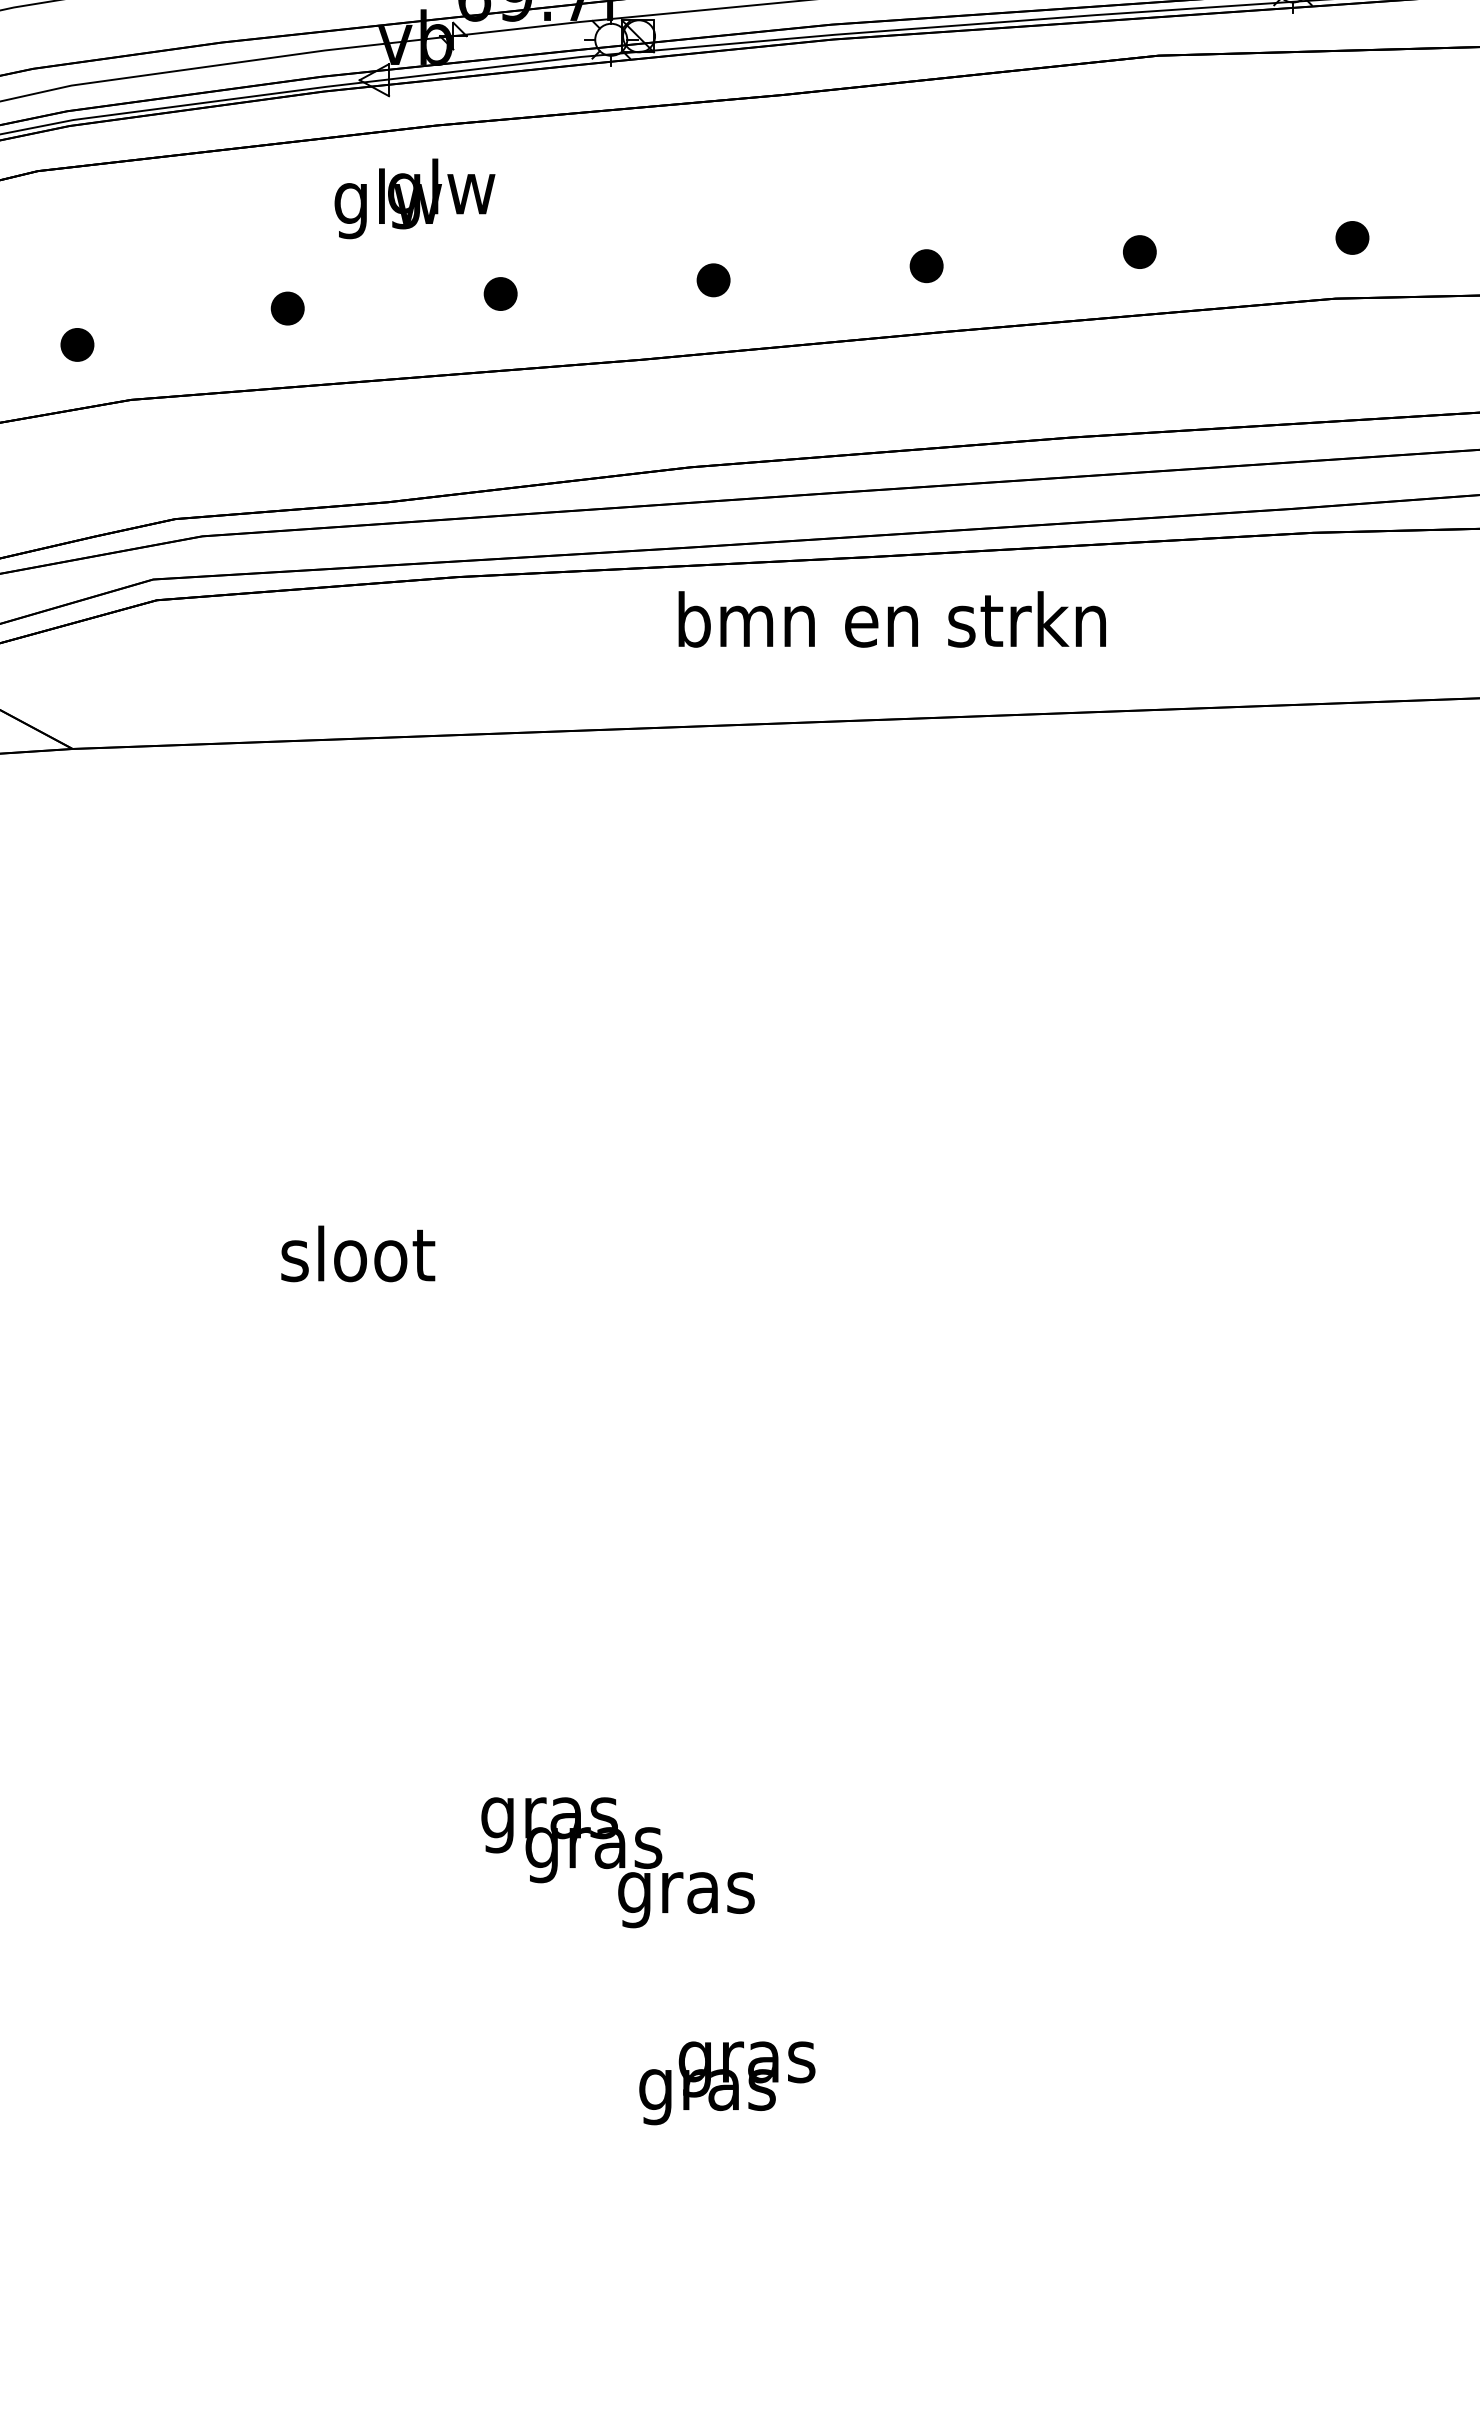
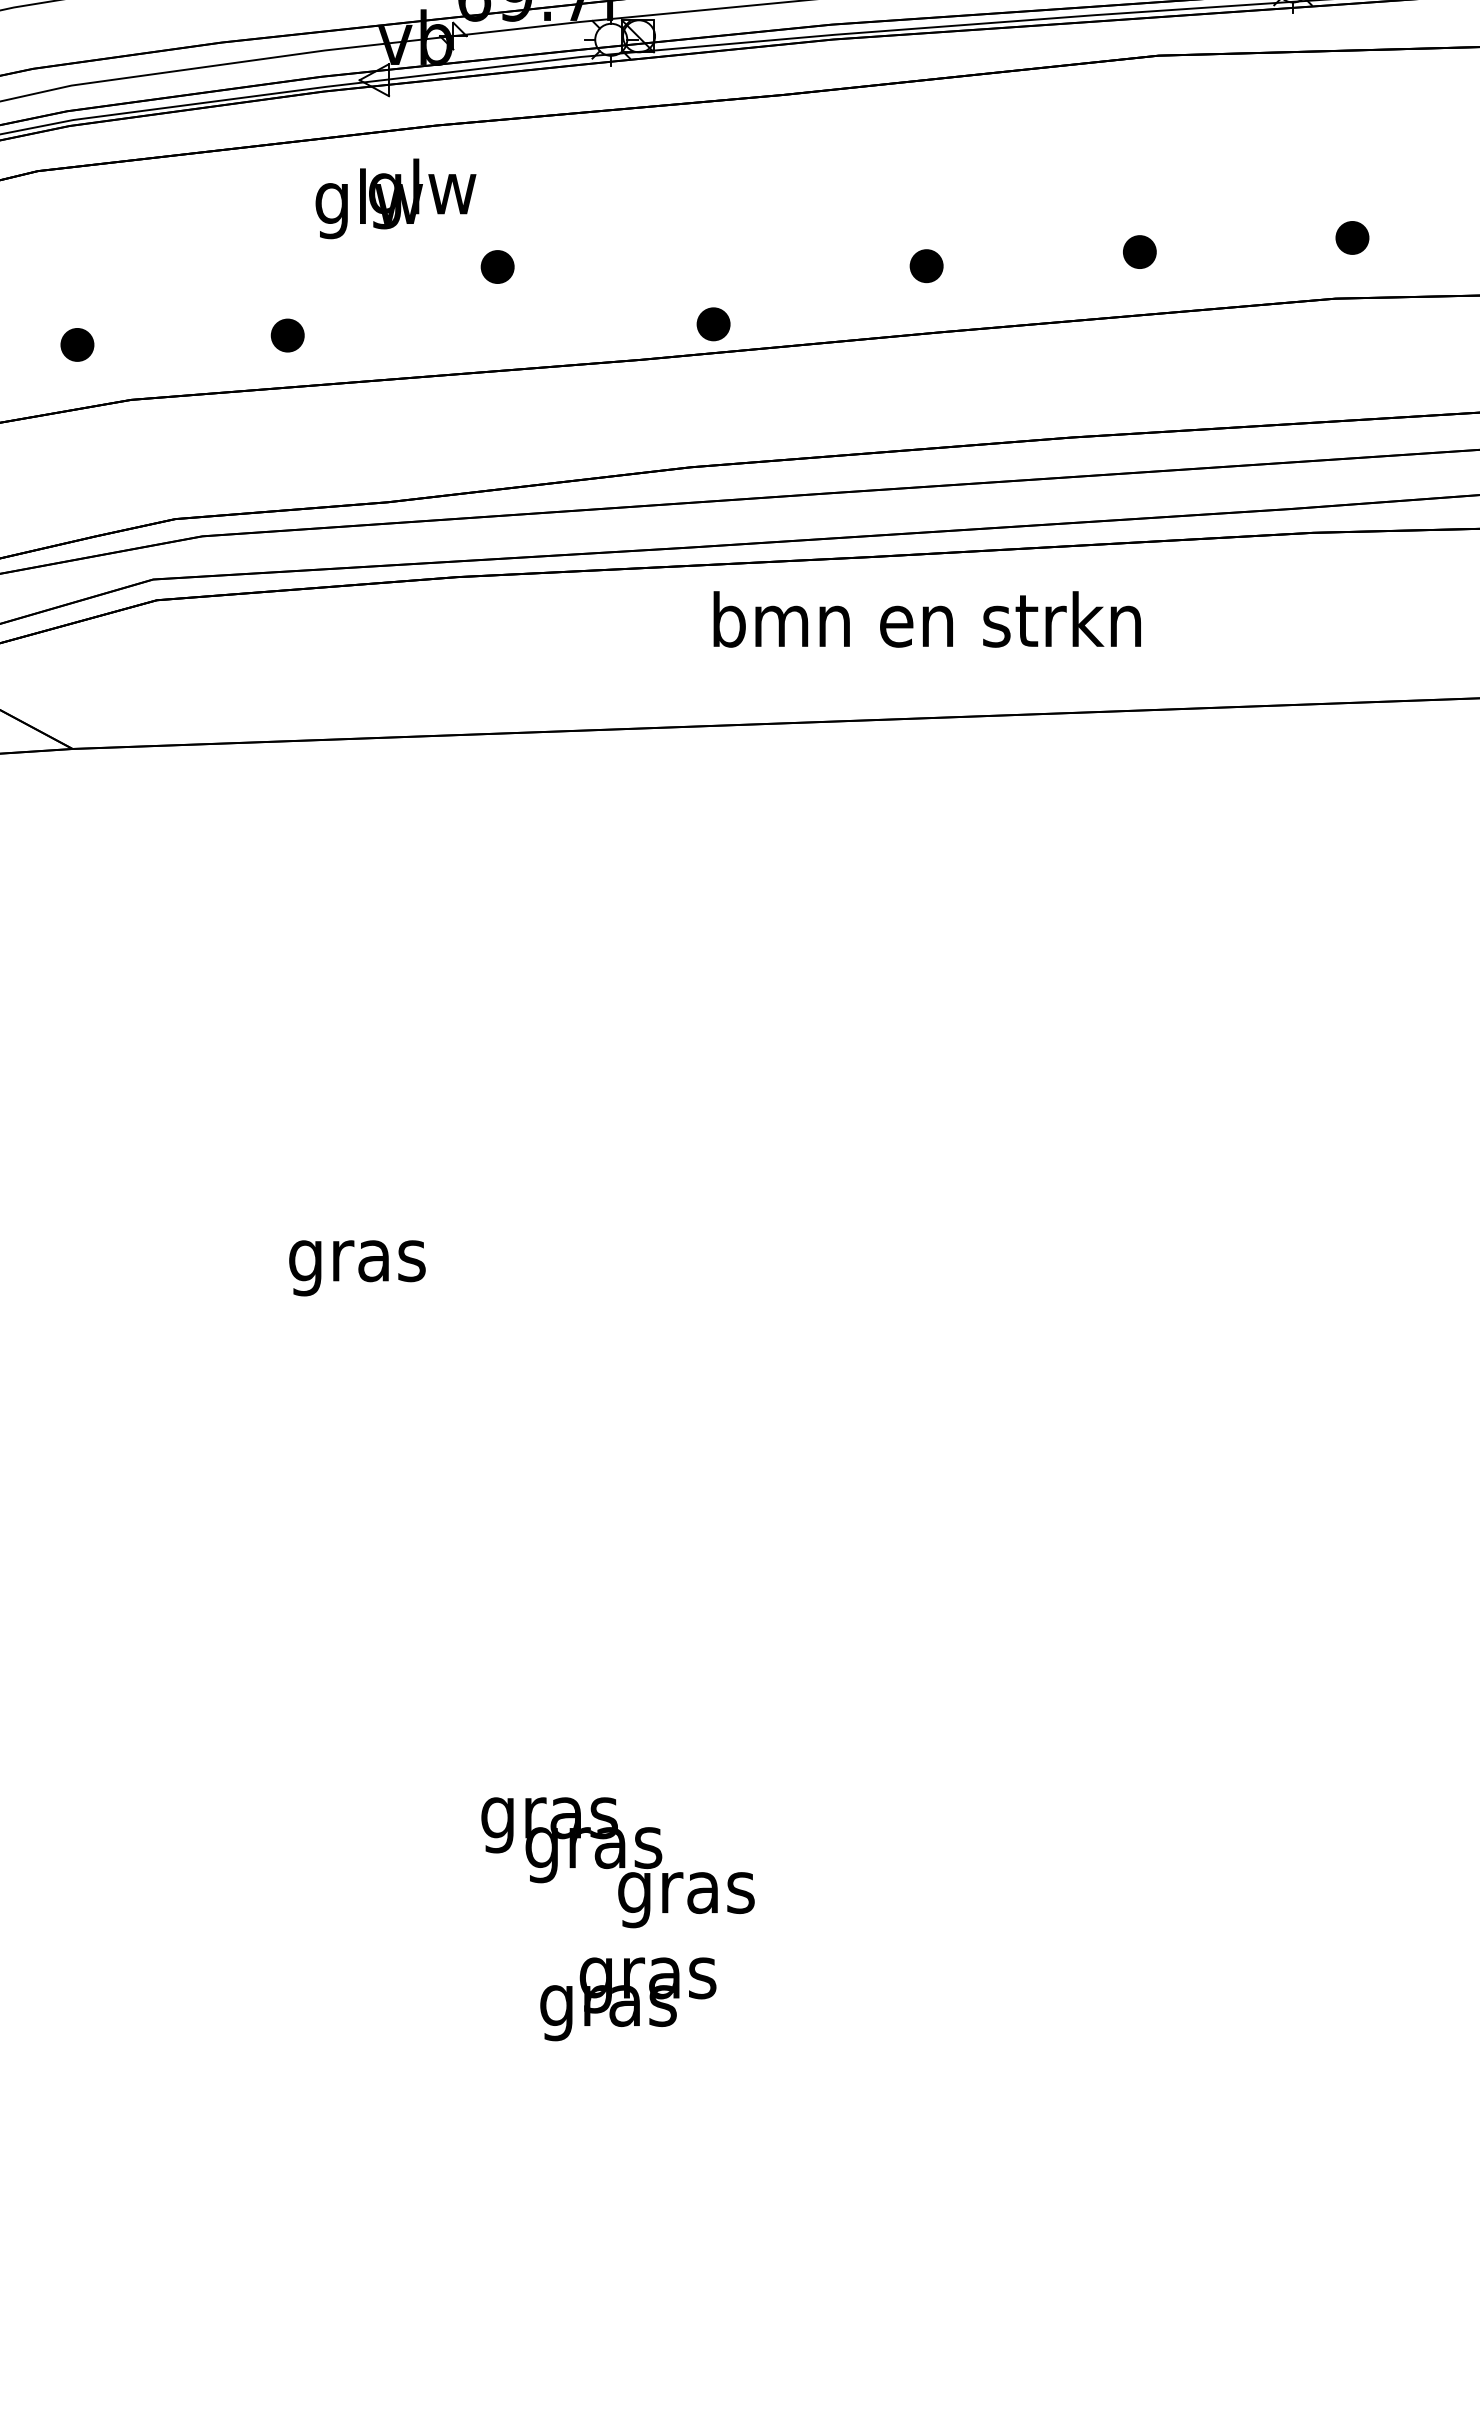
text at (414, 198) position: (414, 198) -> (395, 198)
part at (713, 280) position: (713, 280) -> (713, 324)
part at (500, 293) position: (500, 293) -> (497, 266)
part at (287, 308) position: (287, 308) -> (287, 335)
text at (891, 619) position: (891, 619) -> (926, 619)
text at (358, 1260): sloot -> gras
text at (727, 2083) position: (727, 2083) -> (628, 1999)
